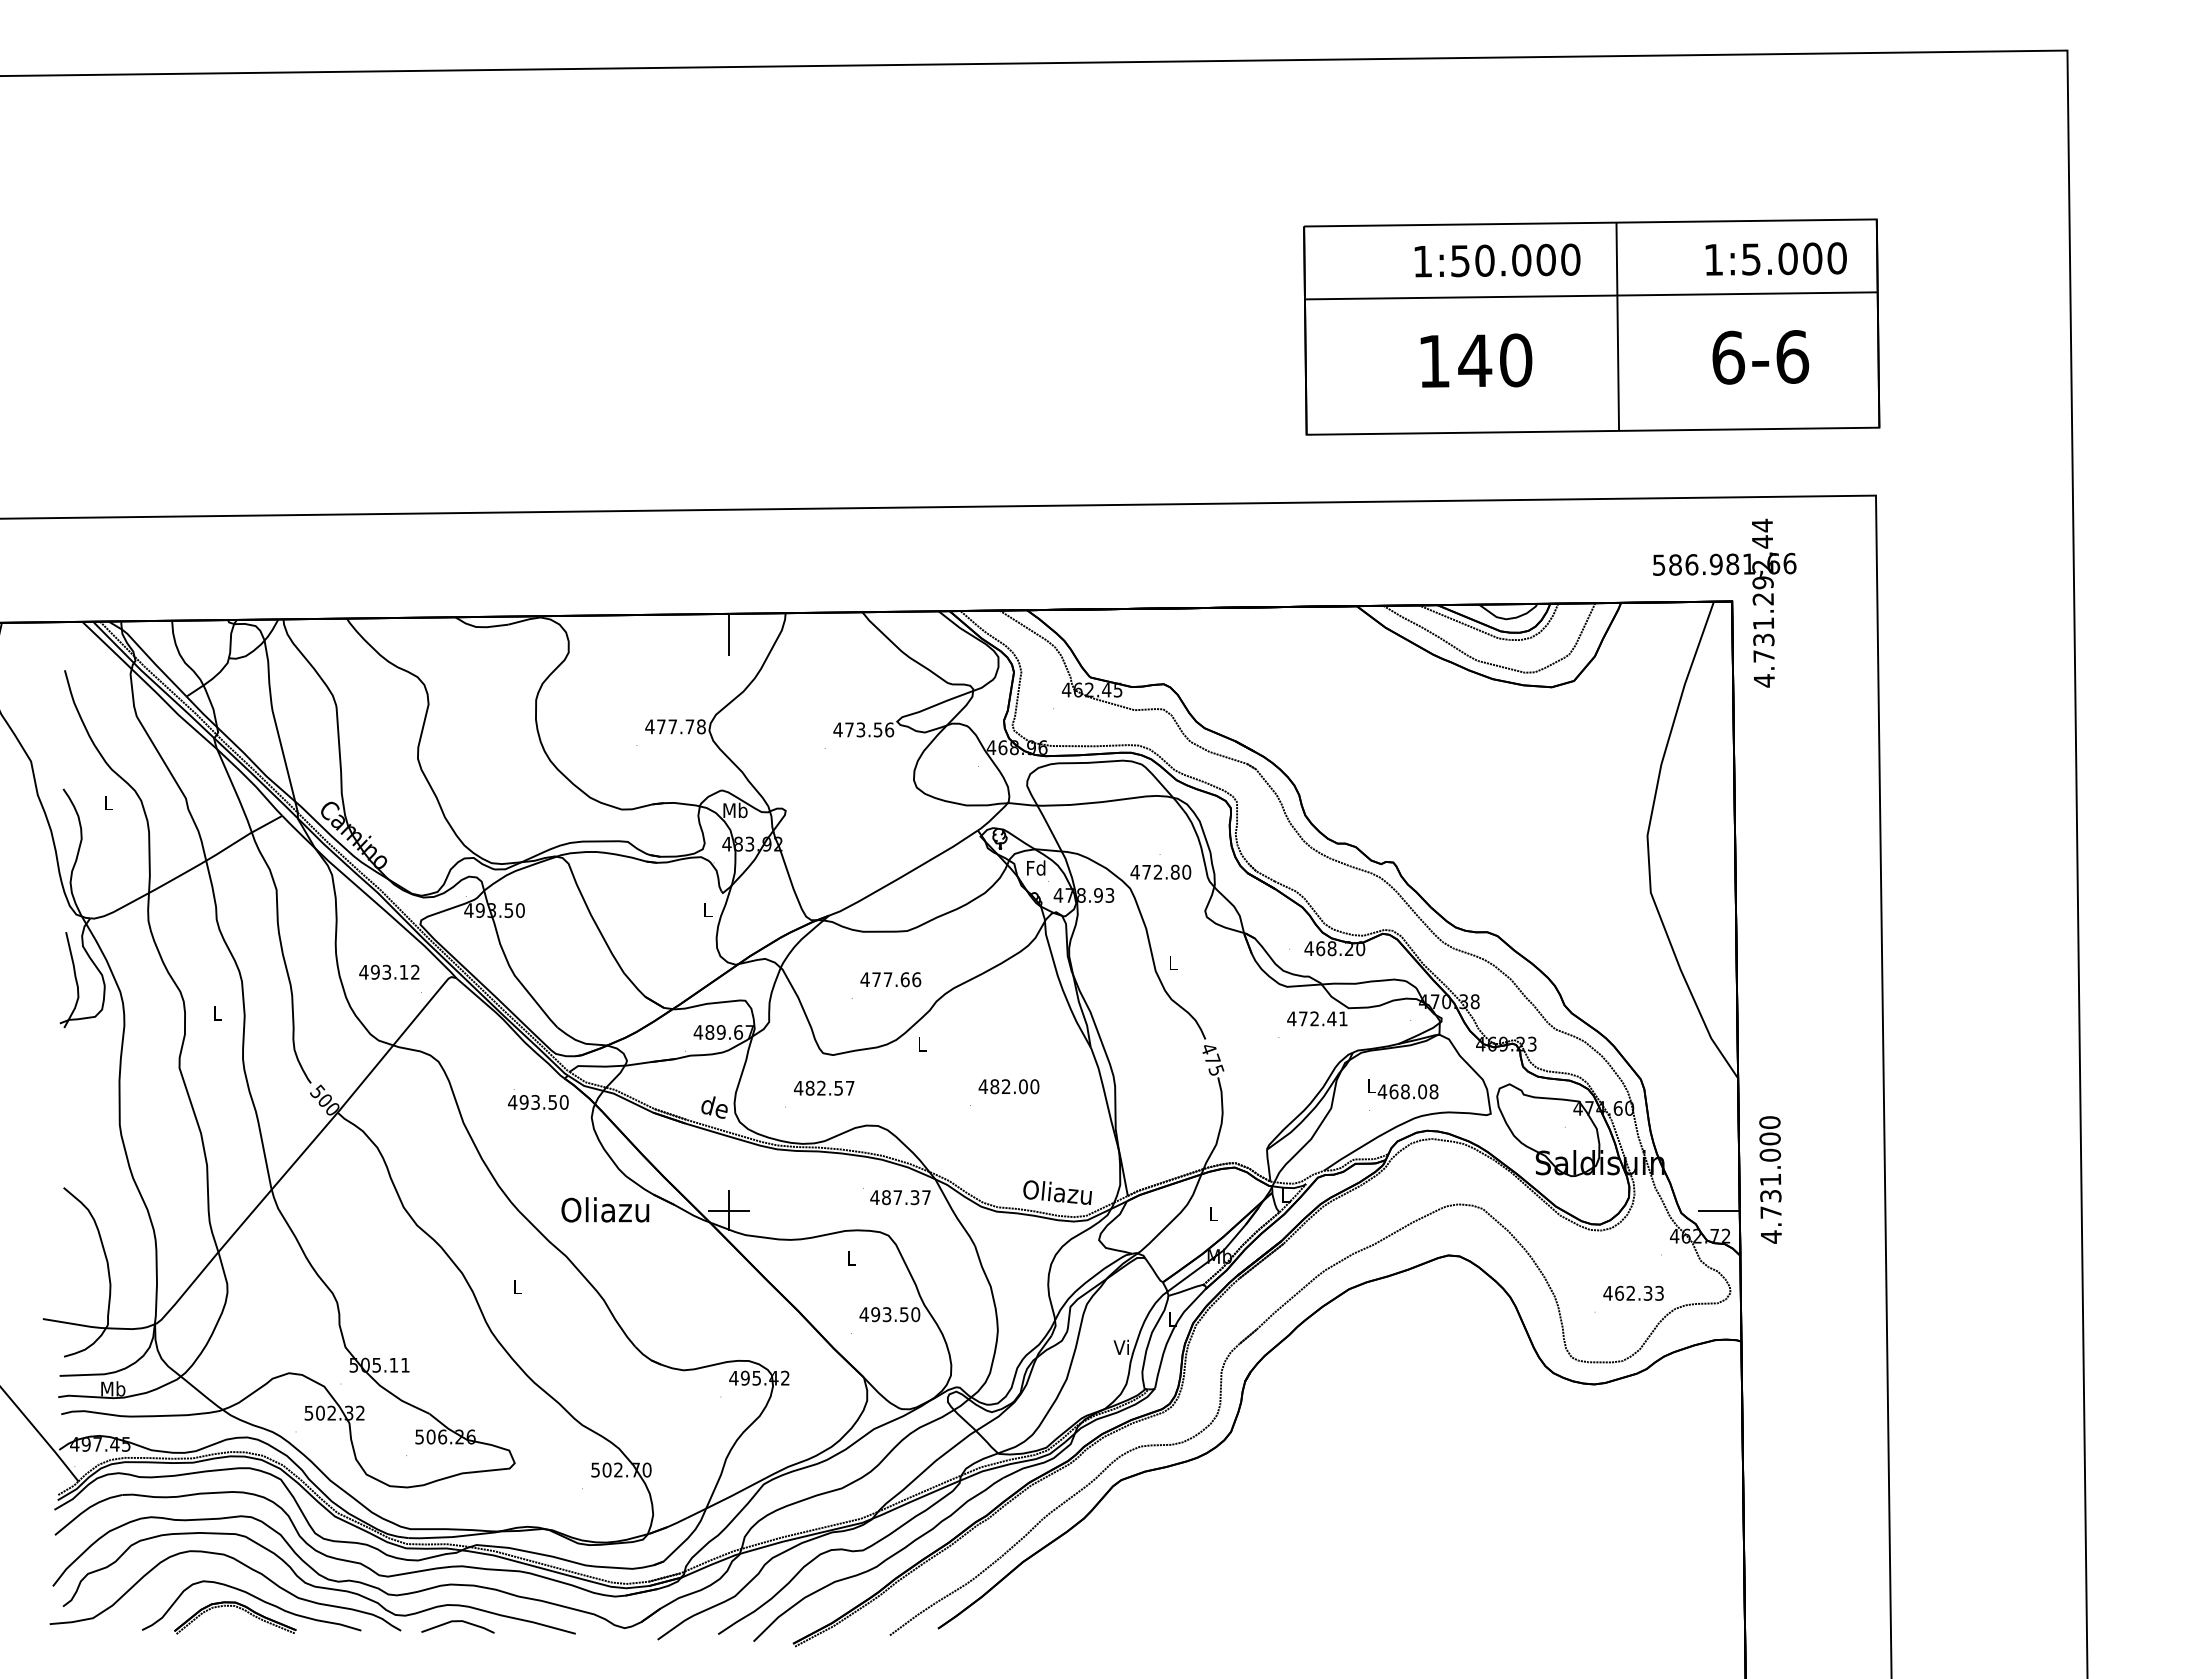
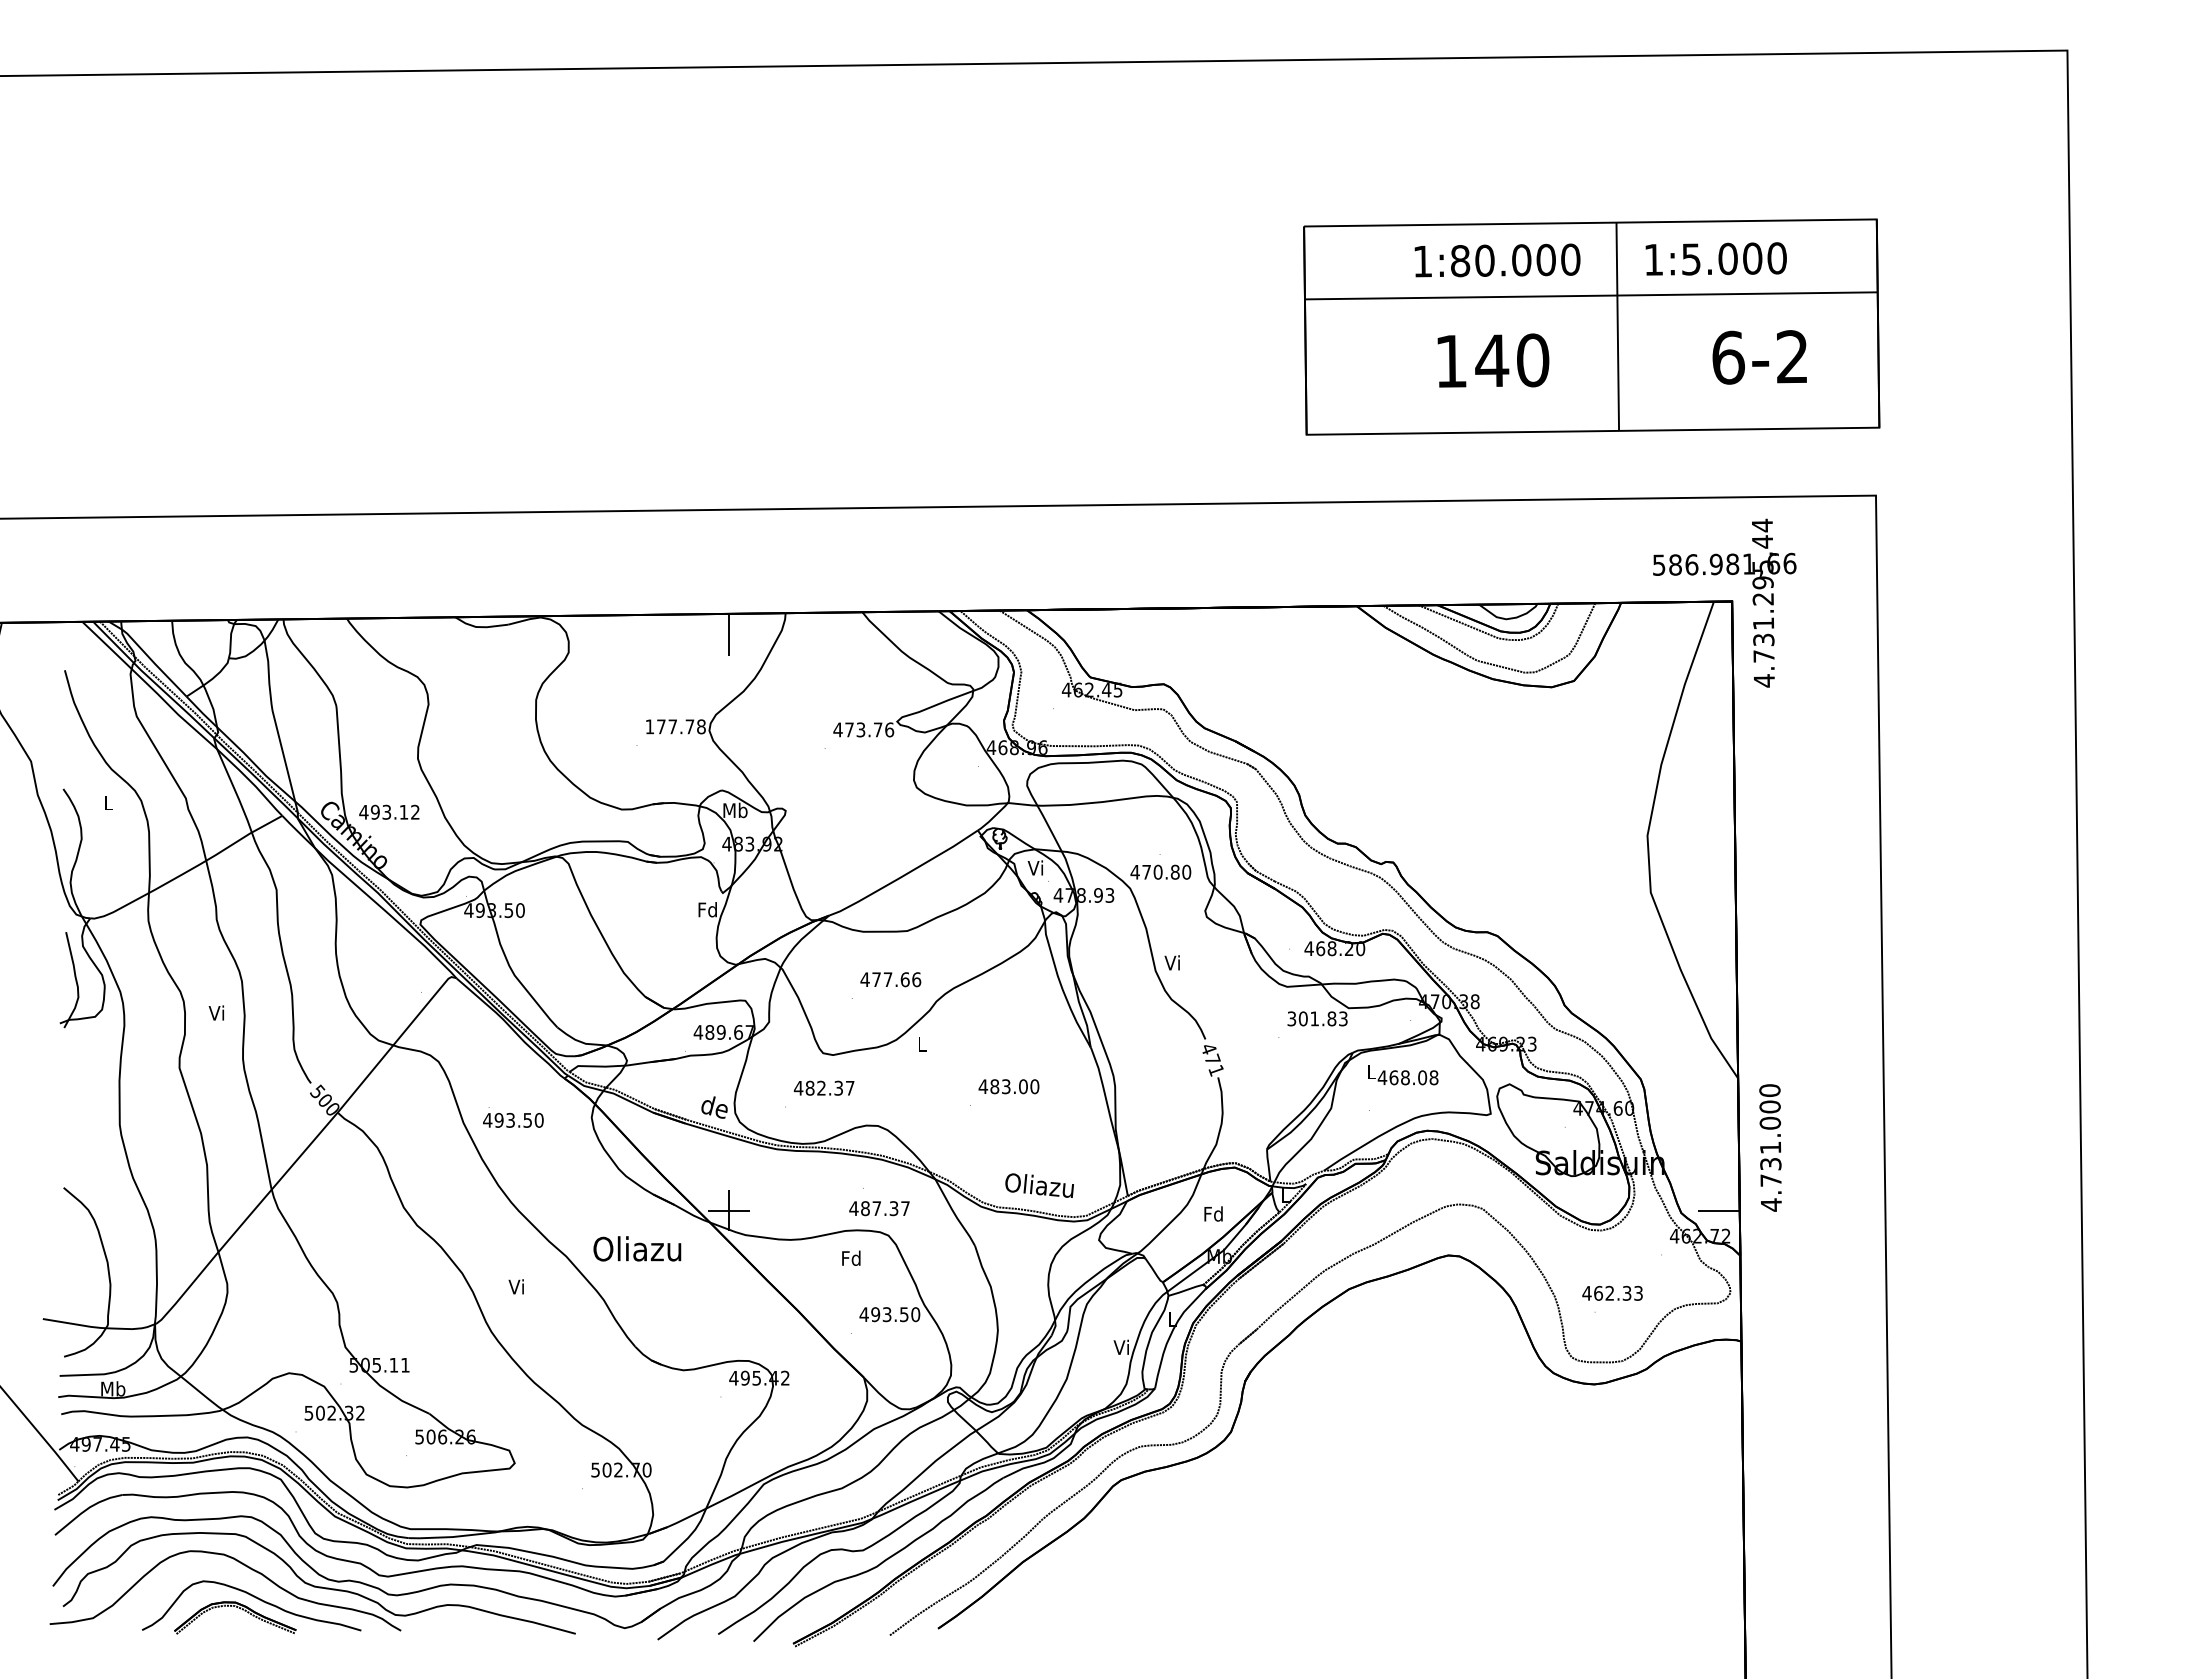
text at (1775, 258) position: (1775, 258) -> (1715, 258)
text at (1460, 261): 1:50.000 -> 1:80.000
text at (1792, 356): 6-6 -> 6-2
text at (1476, 360) position: (1476, 360) -> (1493, 360)
text at (1762, 566): 4.731.292,44 -> 4.731.295,44
text at (649, 726): 477.78 -> 177.78
text at (877, 729): 473.56 -> 473.76
text at (1036, 867): Fd -> Vi
text at (1157, 871): 472.80 -> 470.80
text at (707, 909): L -> Fd
text at (1171, 962): L -> Vi
text at (389, 971) position: (389, 971) -> (389, 811)
text at (216, 1012): L -> Vi
text at (1317, 1018): 472.41 -> 301.83
text at (1216, 1070): 475 -> 471
text at (1006, 1086): 482.00 -> 483.00
text at (838, 1087): 482.57 -> 482.37
text at (1403, 1089) position: (1403, 1089) -> (1403, 1075)
text at (538, 1099) position: (538, 1099) -> (513, 1117)
text at (1770, 1179) position: (1770, 1179) -> (1770, 1147)
text at (1057, 1192) position: (1057, 1192) -> (1039, 1185)
text at (900, 1197) position: (900, 1197) -> (879, 1208)
text at (605, 1209) position: (605, 1209) -> (637, 1248)
text at (1213, 1213): L -> Fd
text at (851, 1257): L -> Fd
text at (515, 1286): L -> Vi
text at (1633, 1292) position: (1633, 1292) -> (1612, 1292)
line at (457, 1622): present -> none
